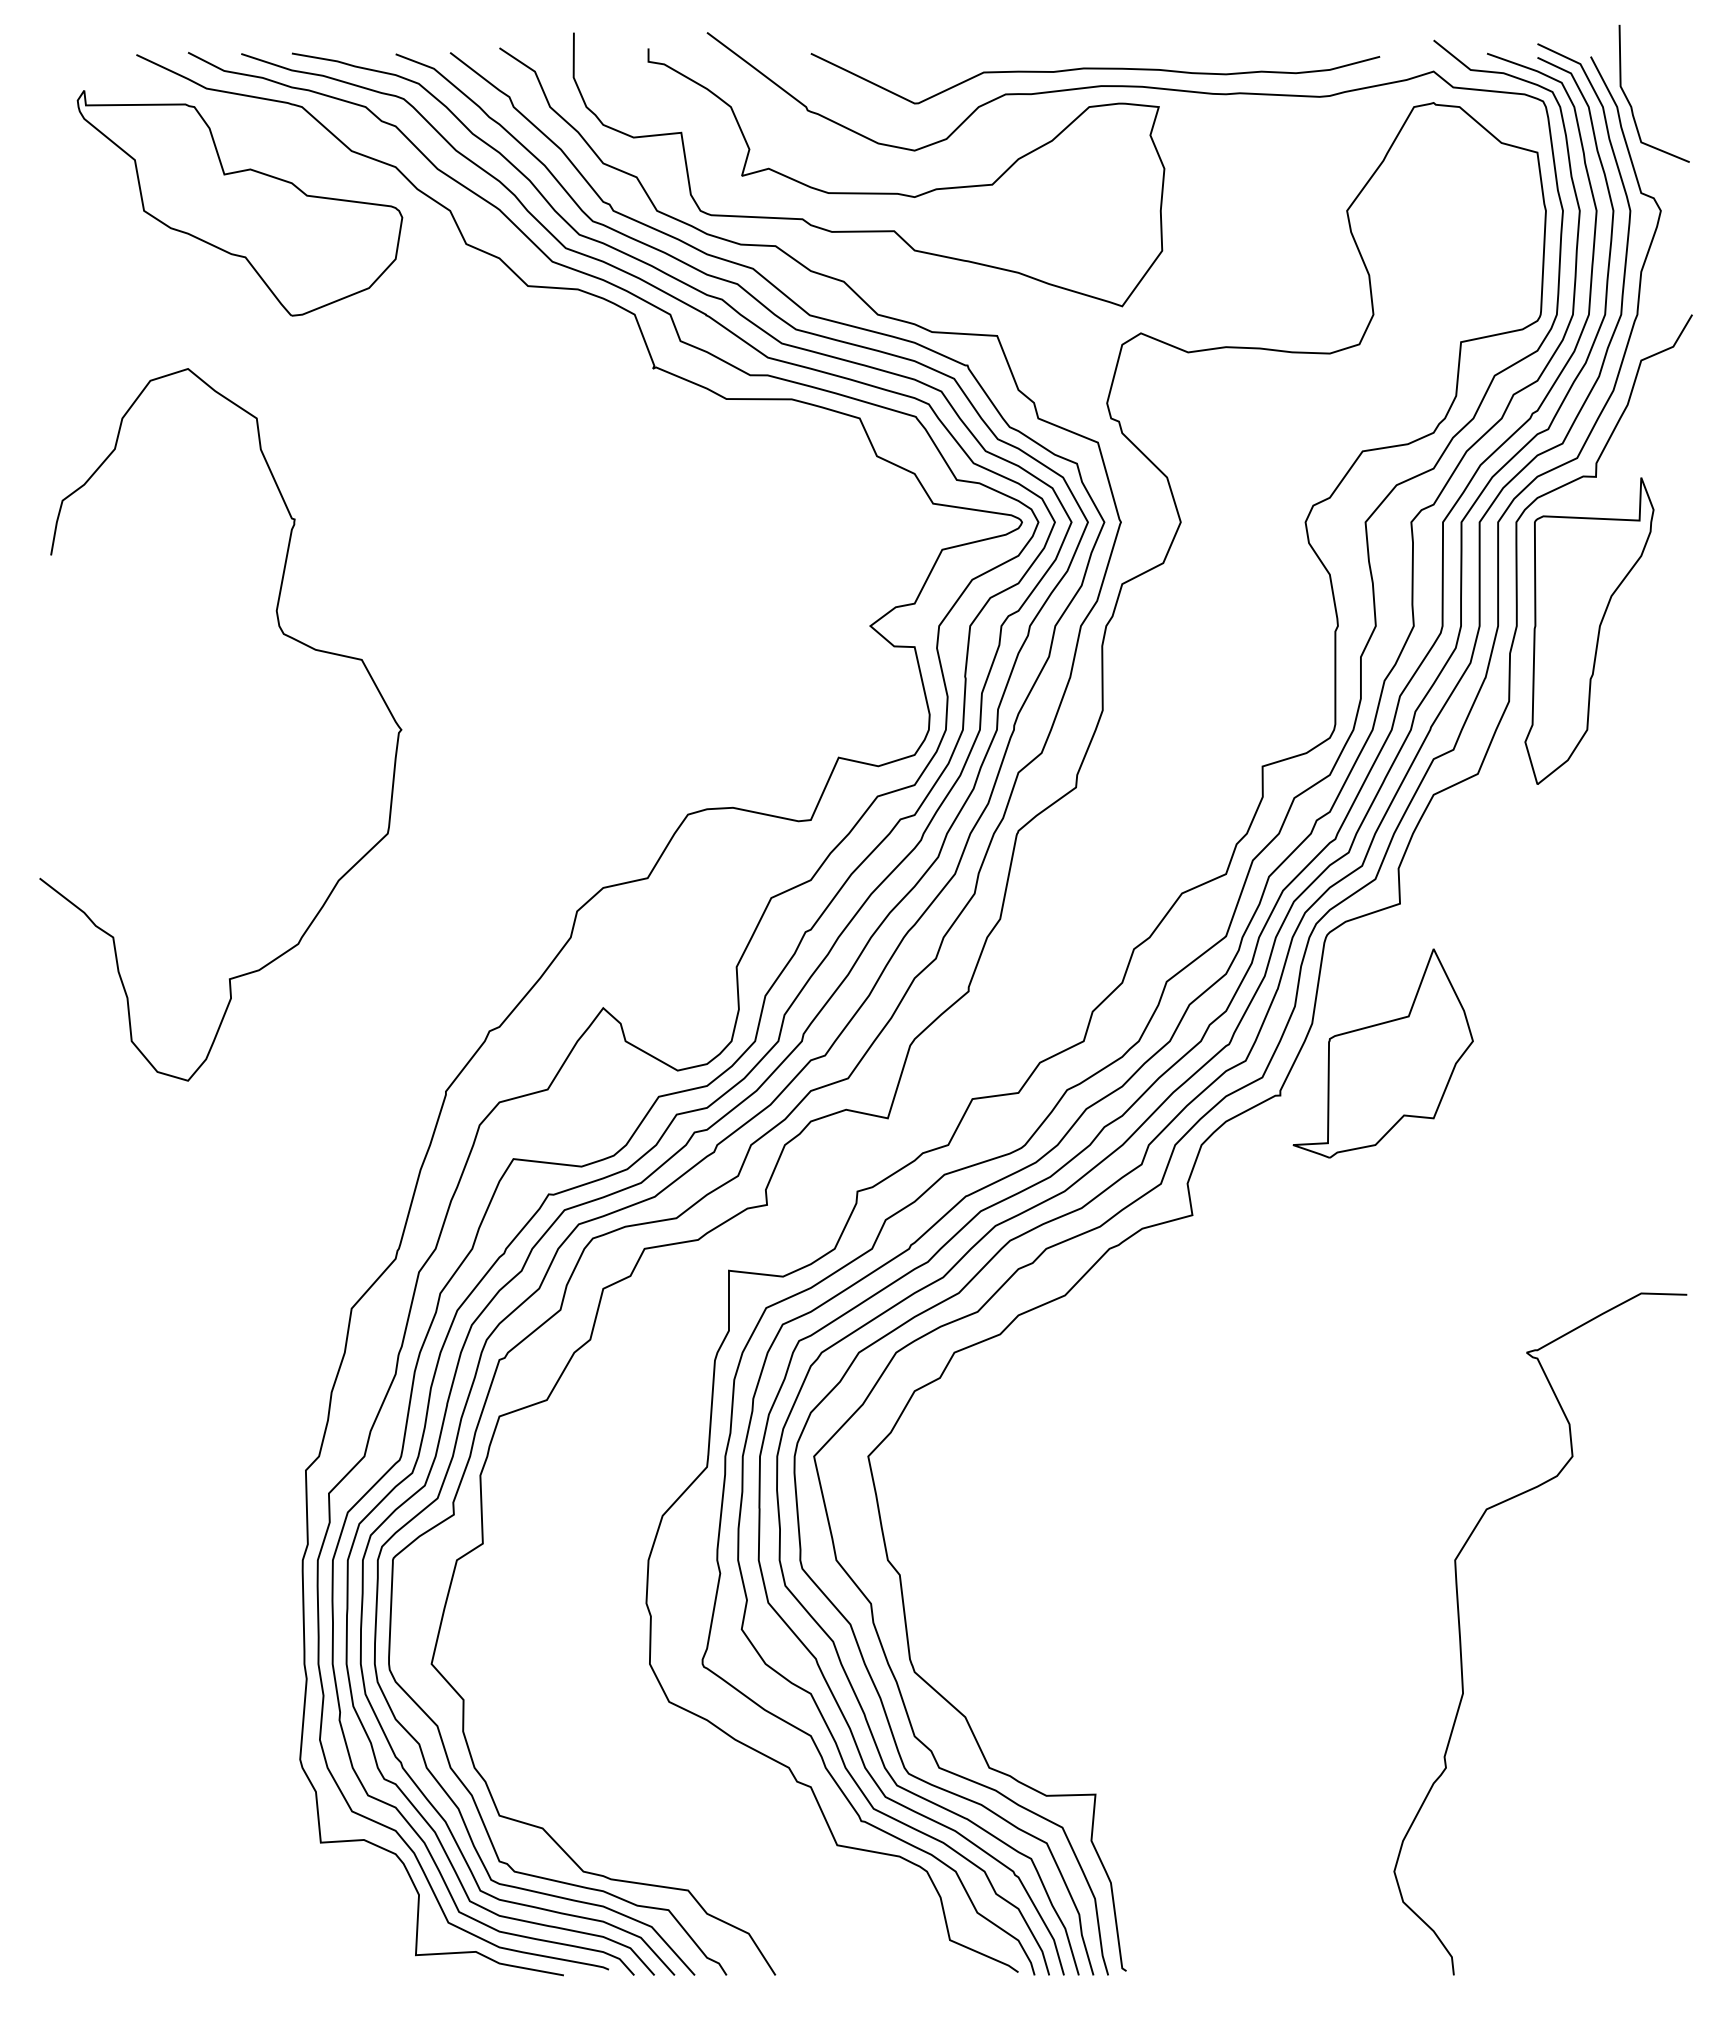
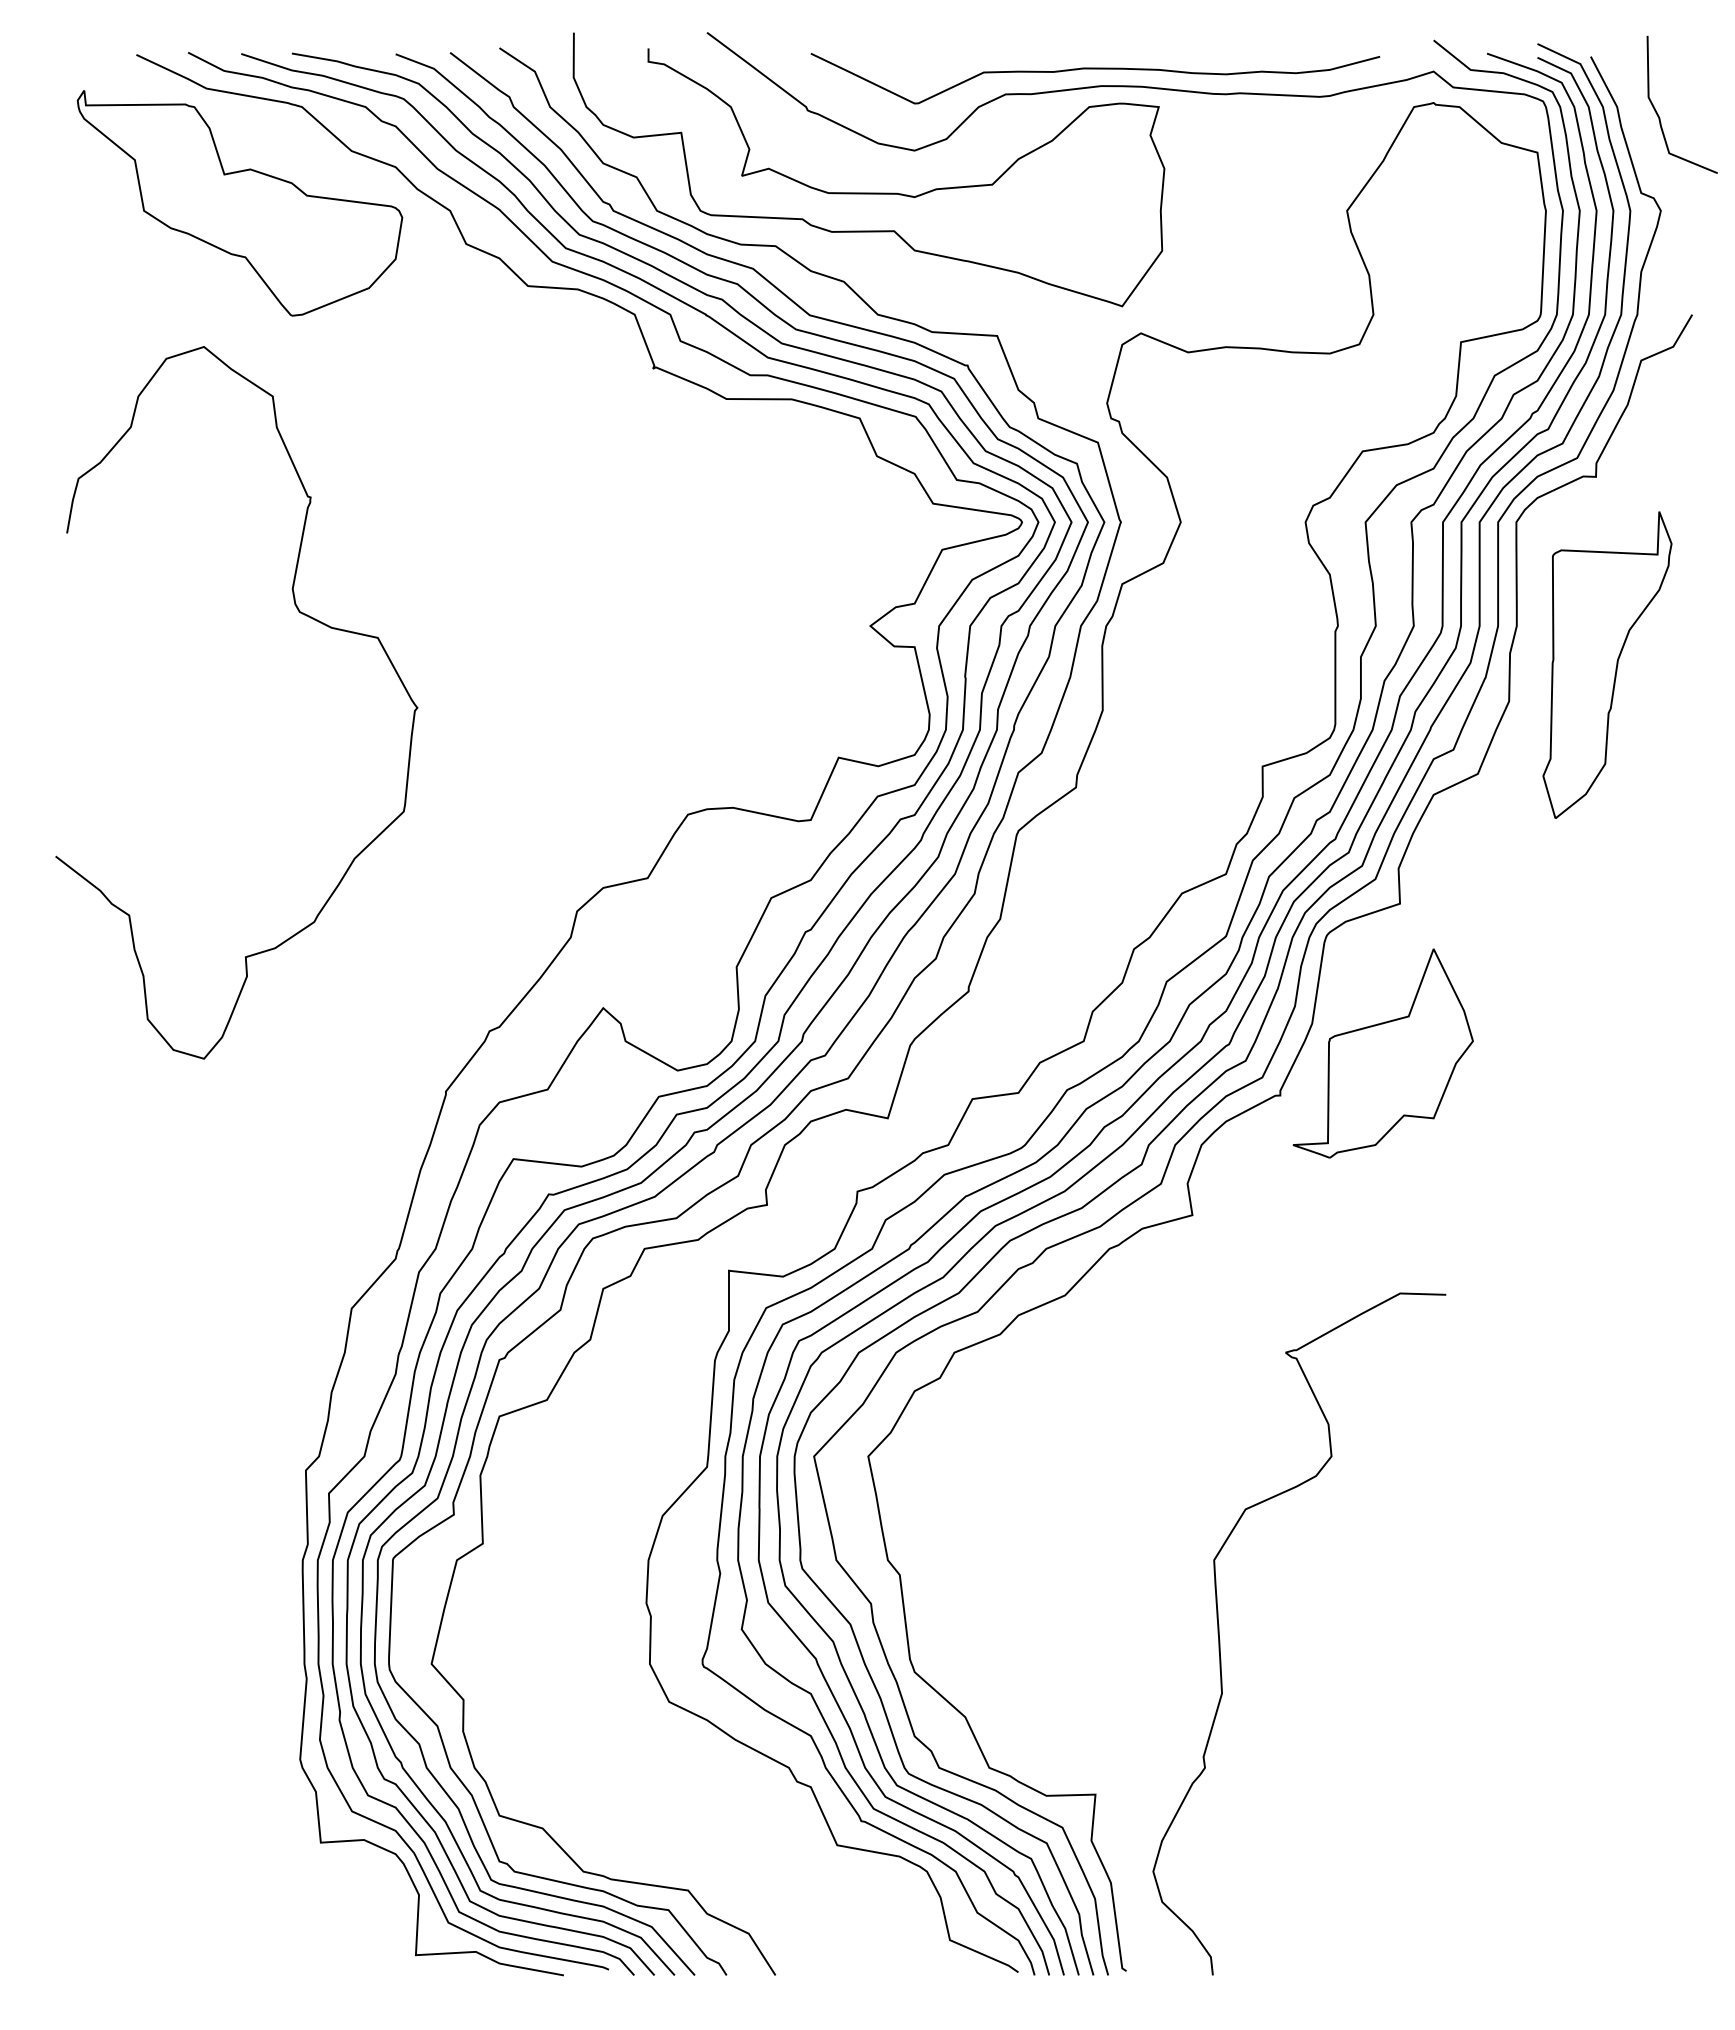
curve at (1632, 106) position: (1632, 106) -> (1660, 117)
part at (1589, 630) position: (1589, 630) -> (1607, 664)
curve at (284, 635) position: (284, 635) -> (300, 613)
curve at (1461, 1640) position: (1461, 1640) -> (1220, 1640)
